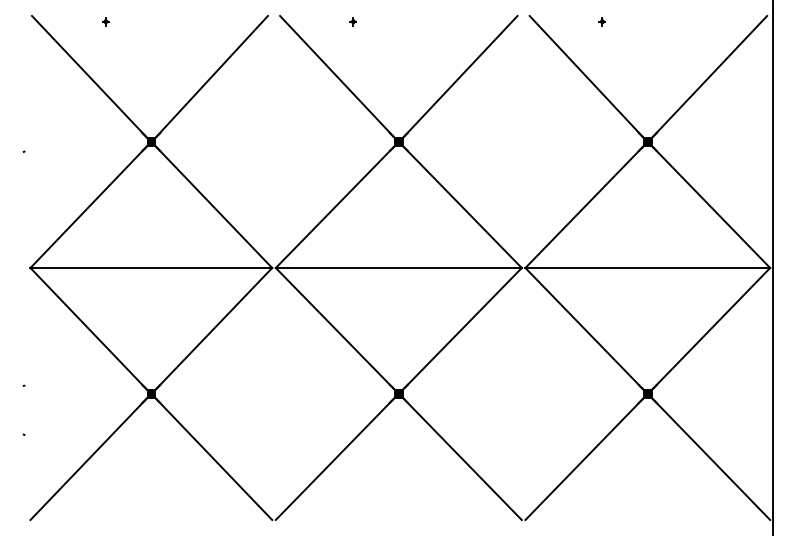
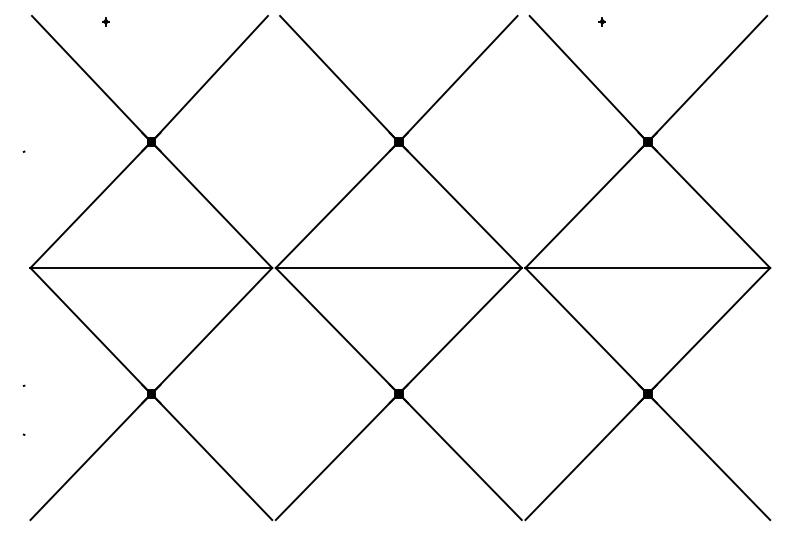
part at (352, 21): present -> none
line at (773, 267): present -> none
